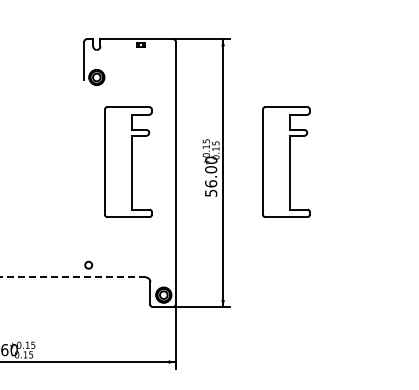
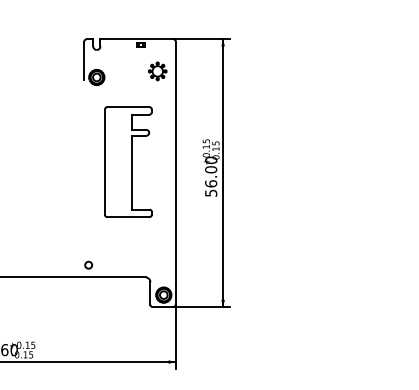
part at (157, 71): none -> present
part at (286, 161): present -> none
line at (72, 277): dashed -> solid
